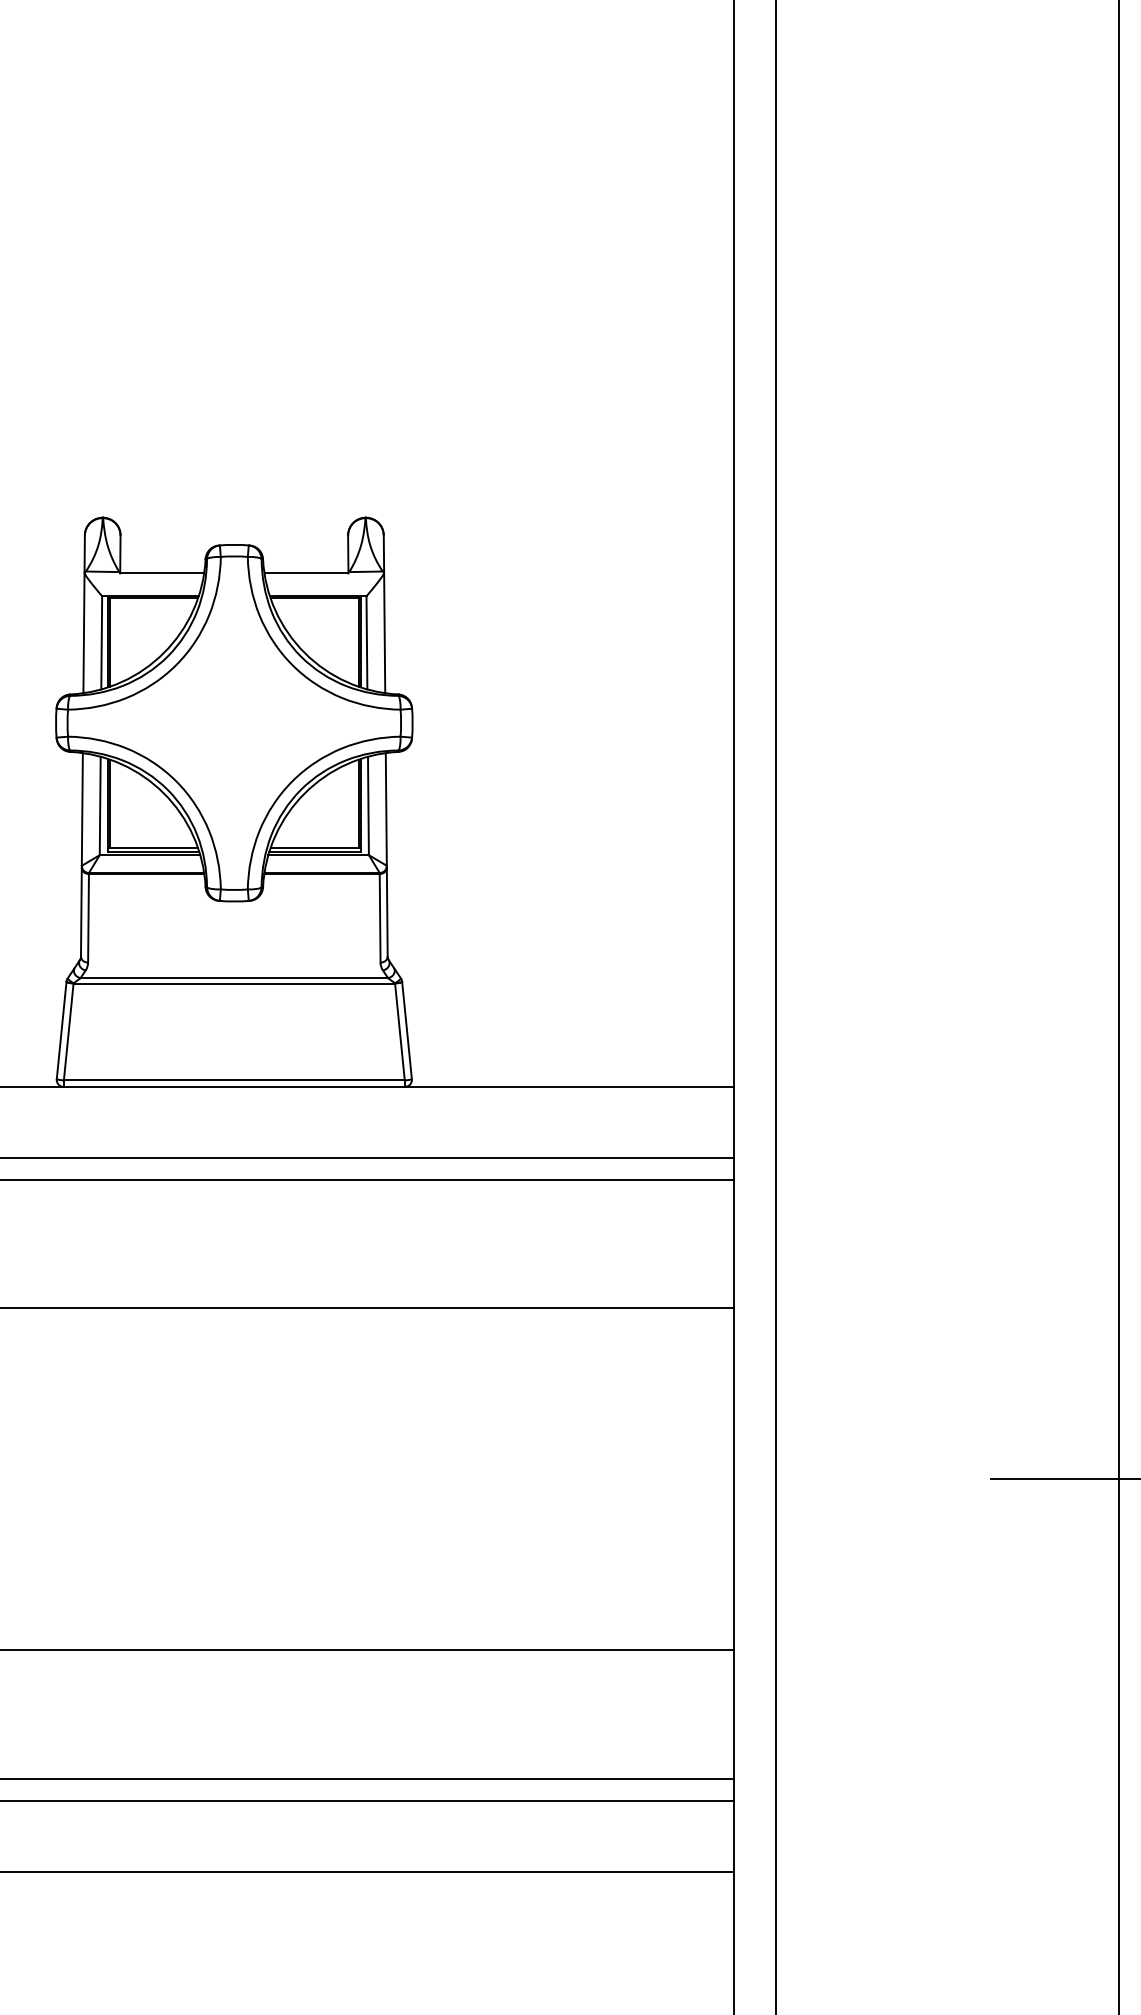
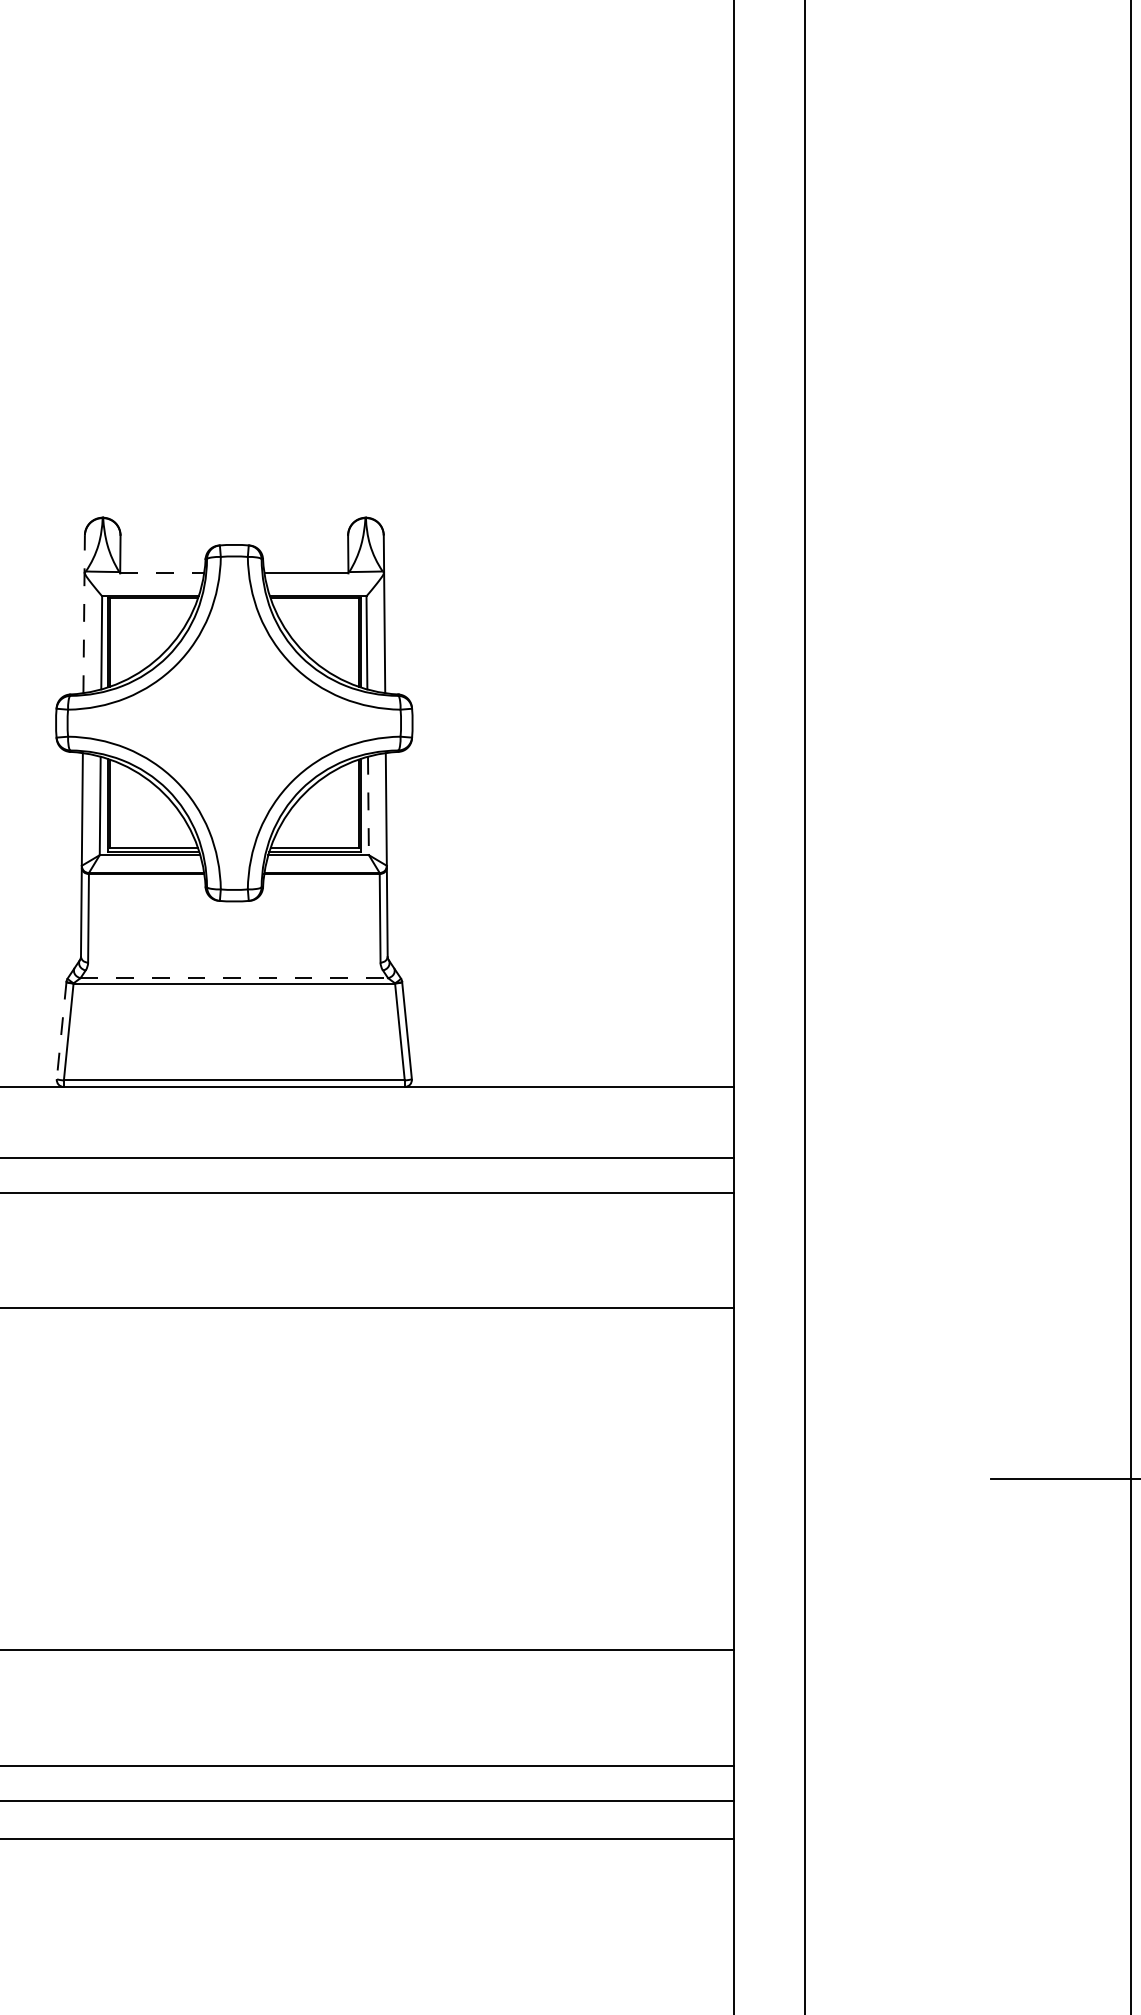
line at (162, 573): solid -> dashed
line at (84, 614): solid -> dashed
line at (368, 806): solid -> dashed
line at (234, 978): solid -> dashed
line at (776, 1006) position: (776, 1006) -> (805, 1006)
line at (1118, 1006) position: (1118, 1006) -> (1130, 1006)
line at (61, 1030): solid -> dashed
line at (367, 1179) position: (367, 1179) -> (367, 1192)
line at (367, 1778) position: (367, 1778) -> (367, 1765)
line at (367, 1871) position: (367, 1871) -> (367, 1838)
